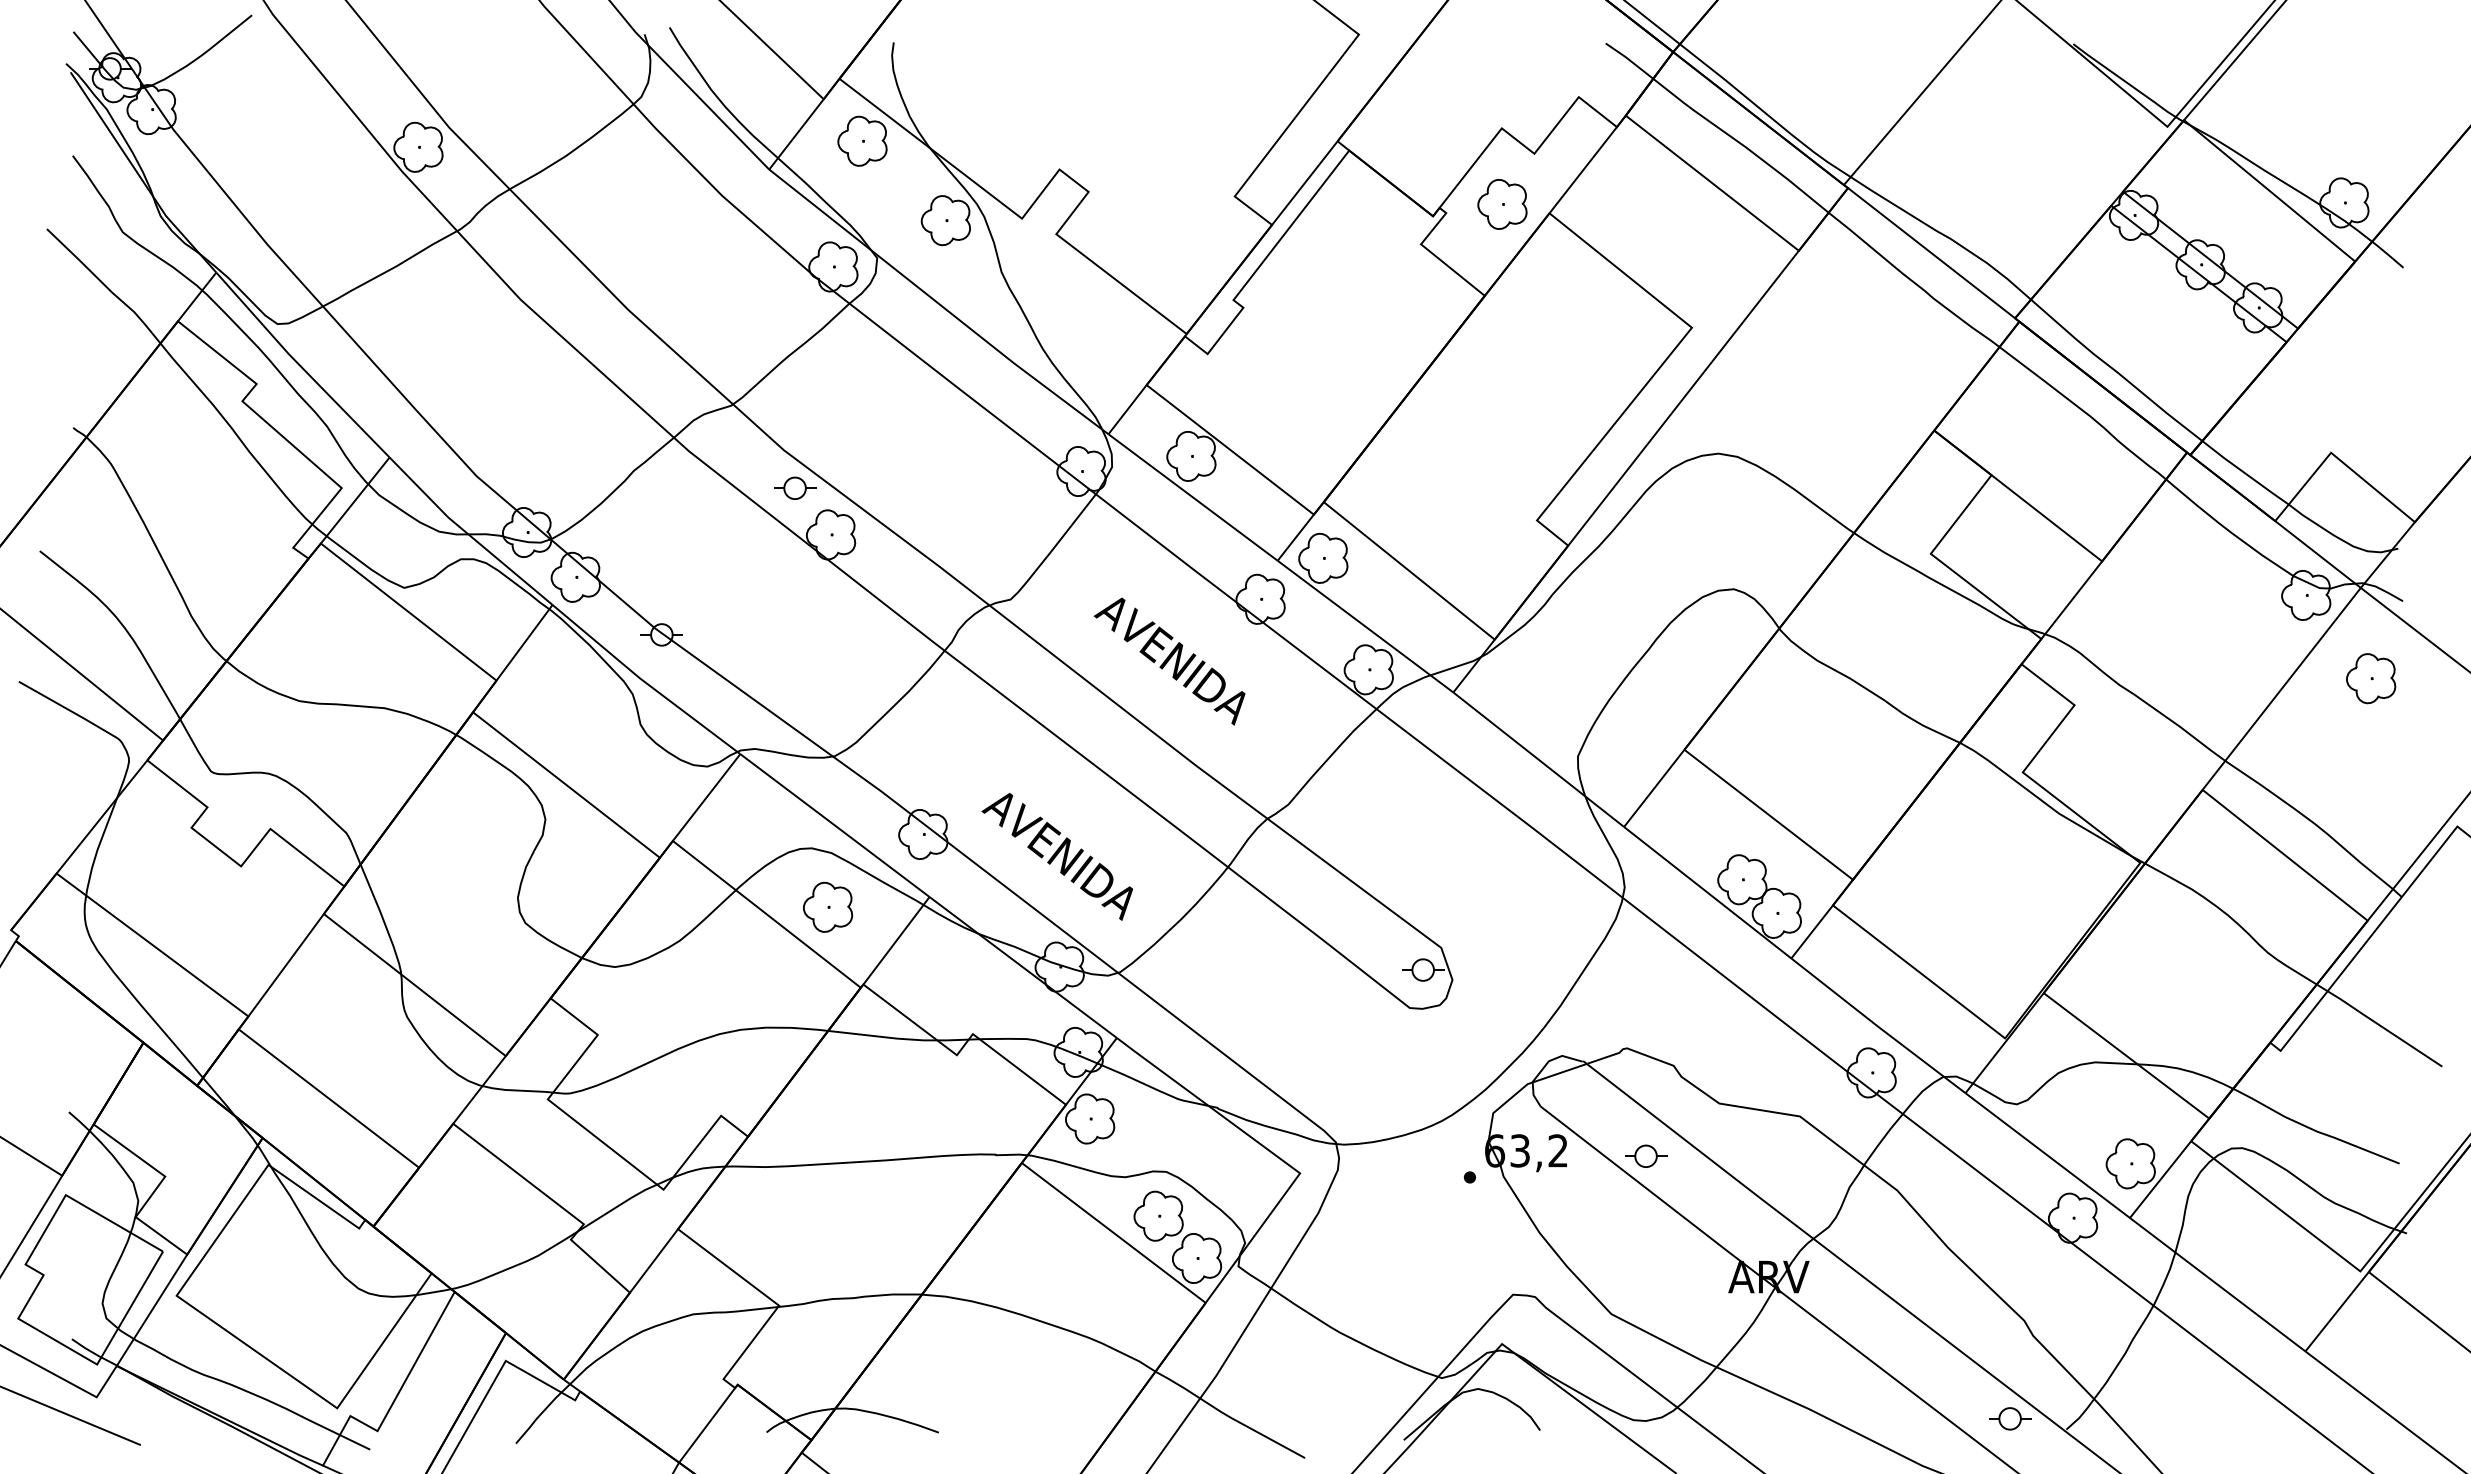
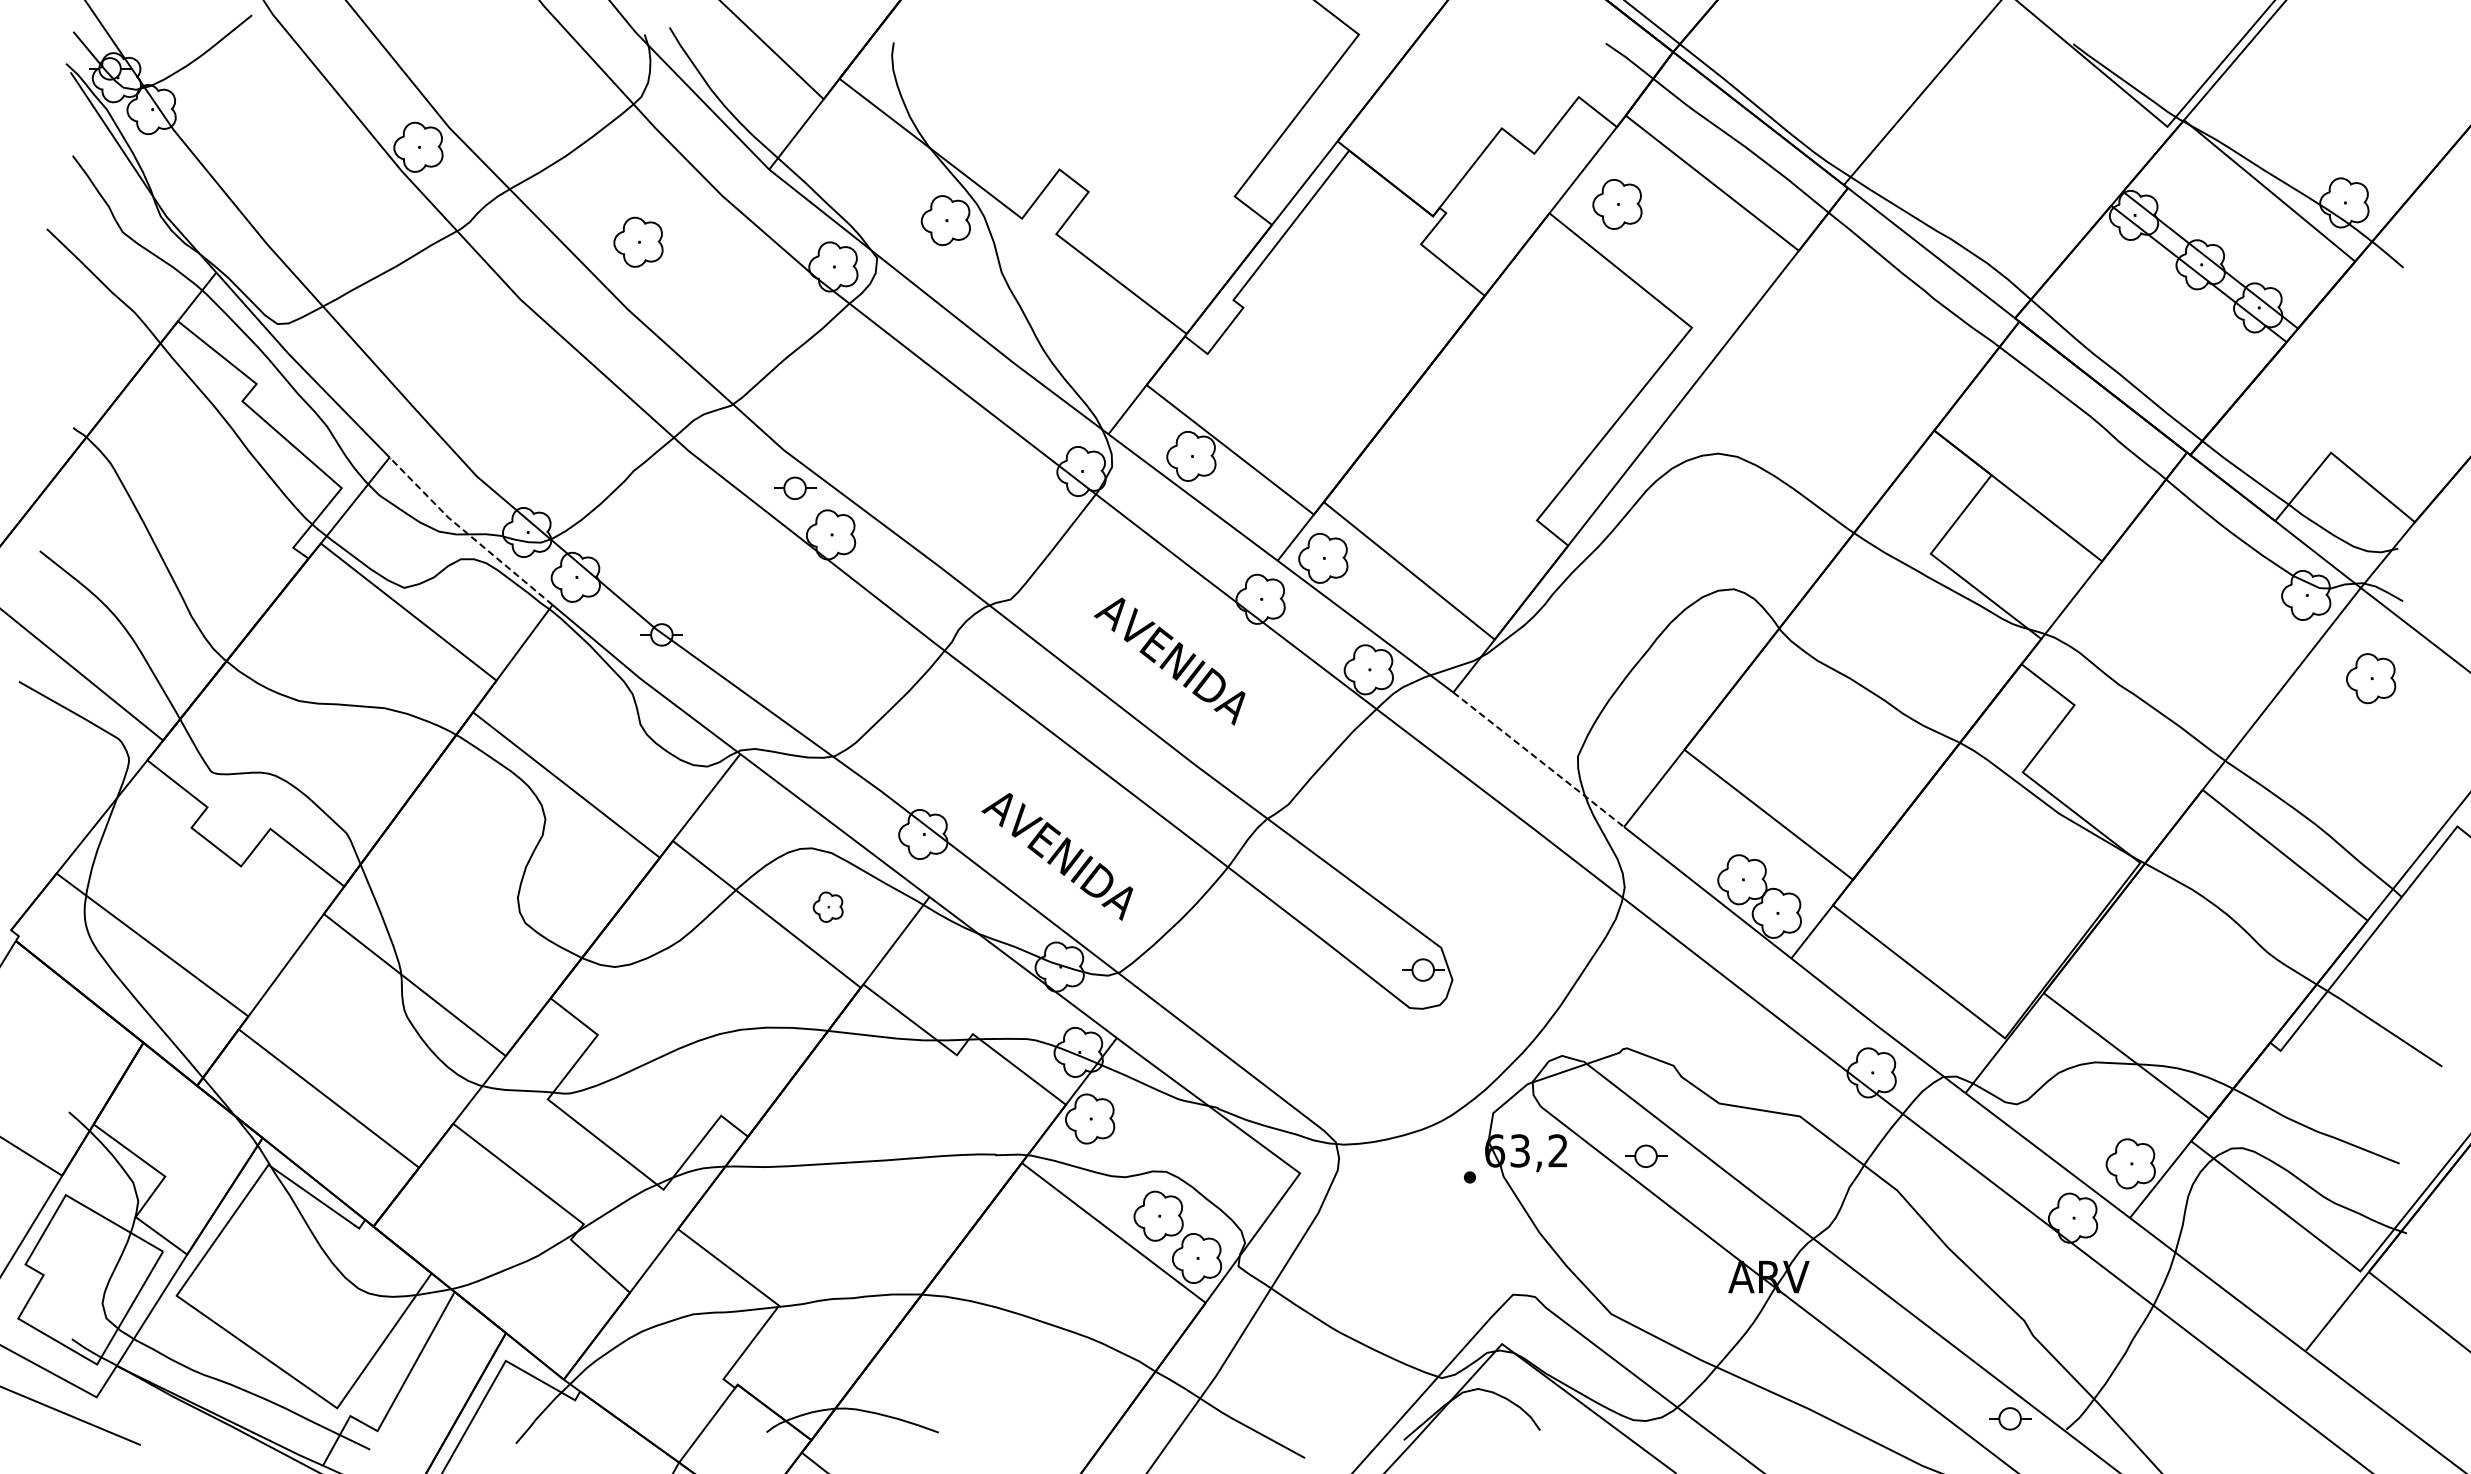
part at (862, 140) position: (862, 140) -> (638, 241)
part at (1502, 204) position: (1502, 204) -> (1617, 204)
line at (467, 533): solid -> dashed
line at (1538, 759): solid -> dashed
part at (828, 906) size: 51x52 px -> 32x32 px
